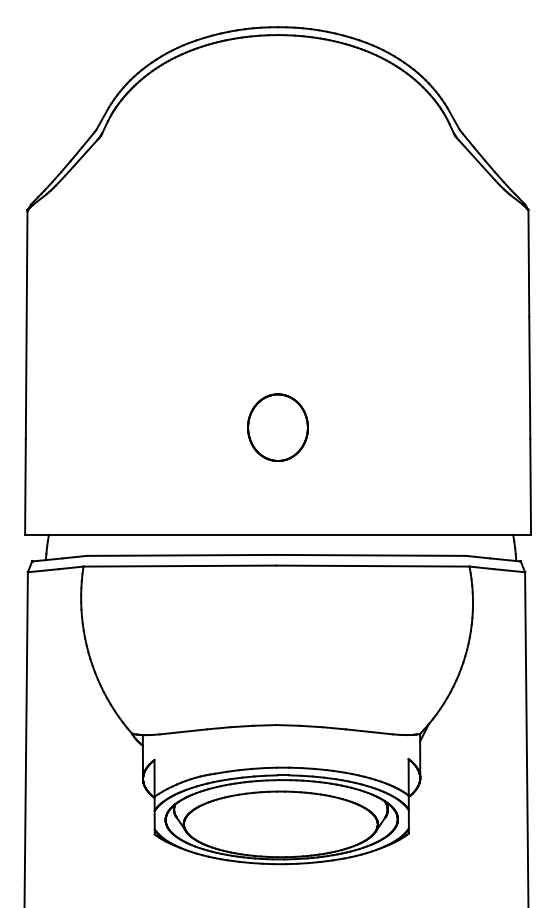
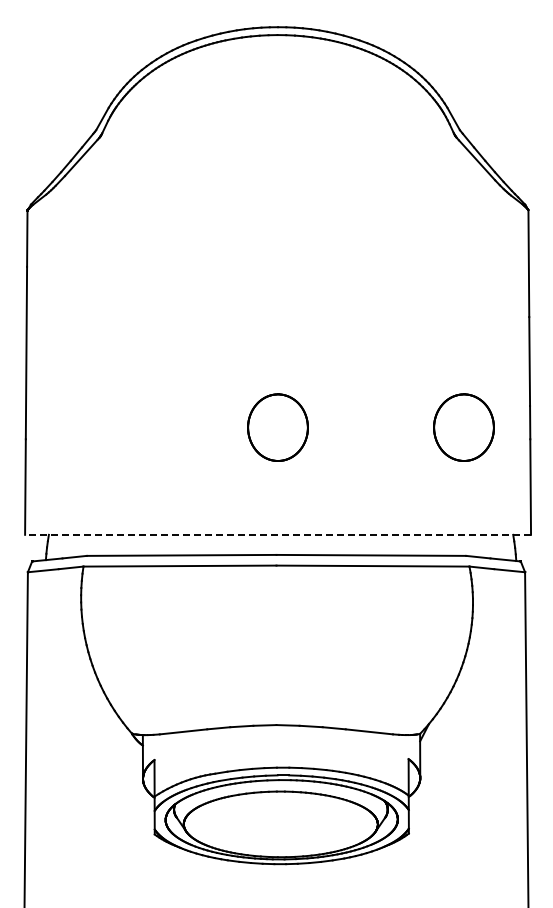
part at (463, 427): none -> present
line at (278, 534): solid -> dashed
